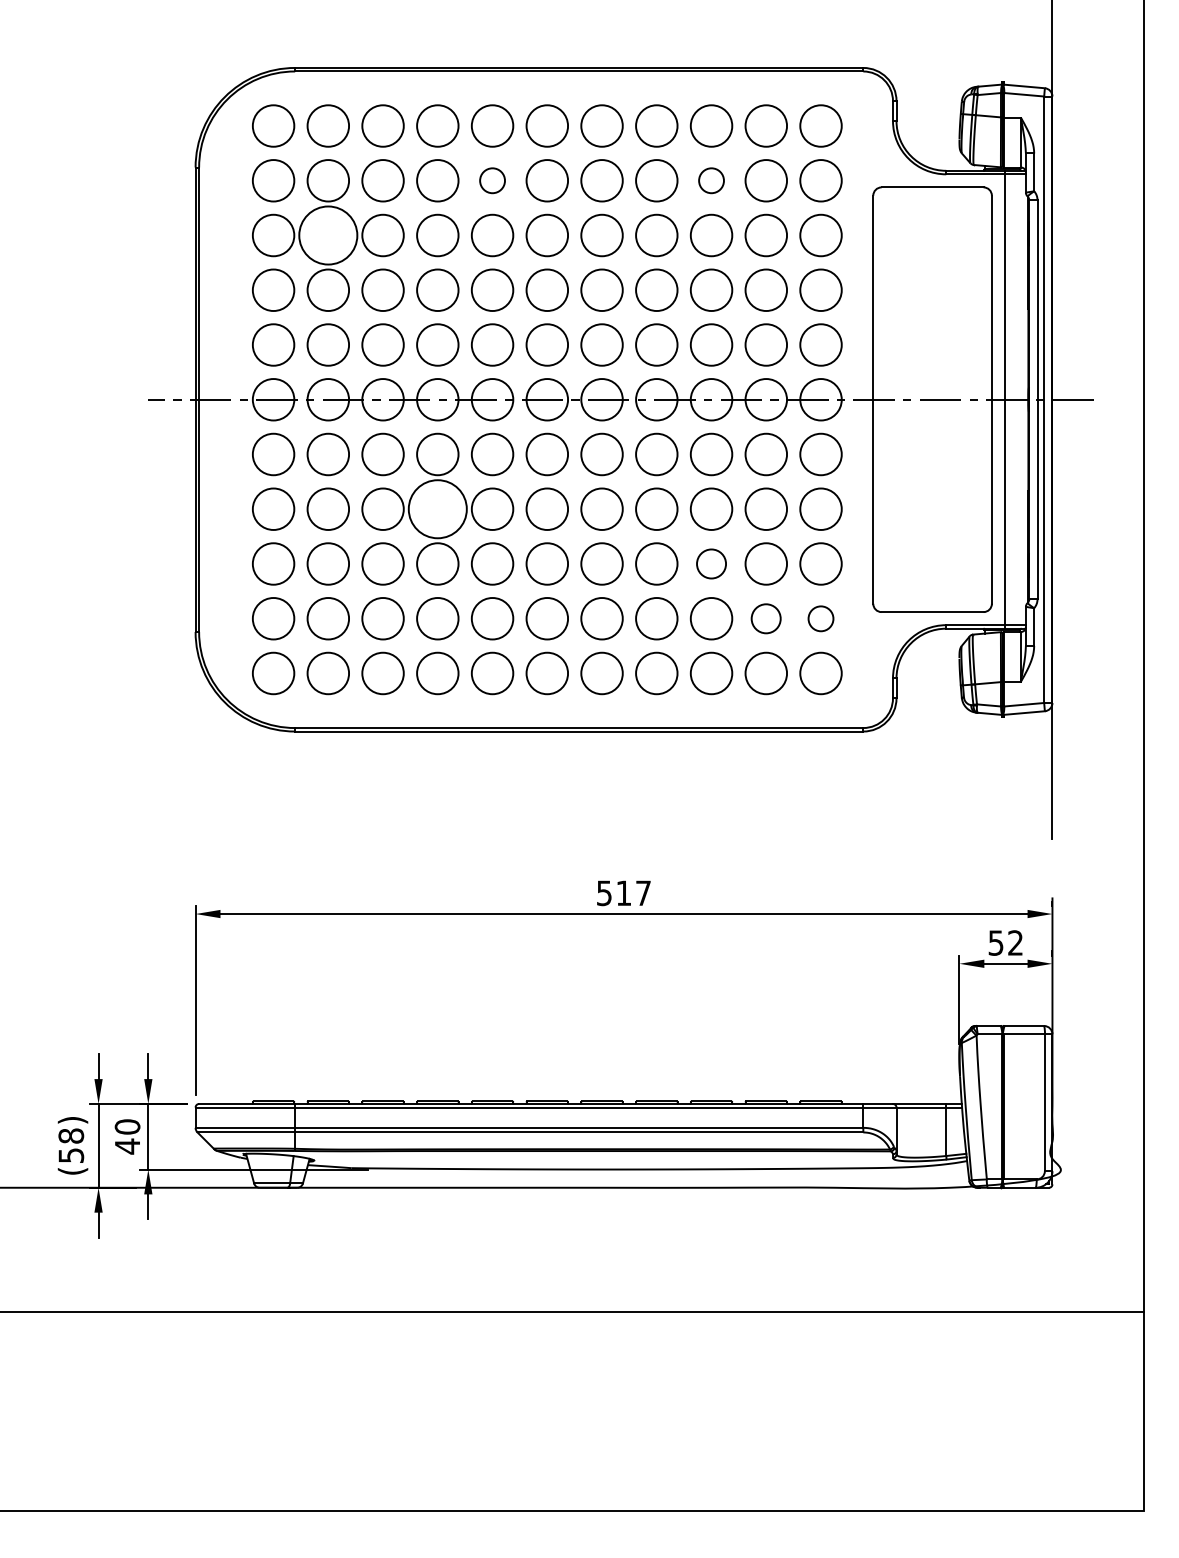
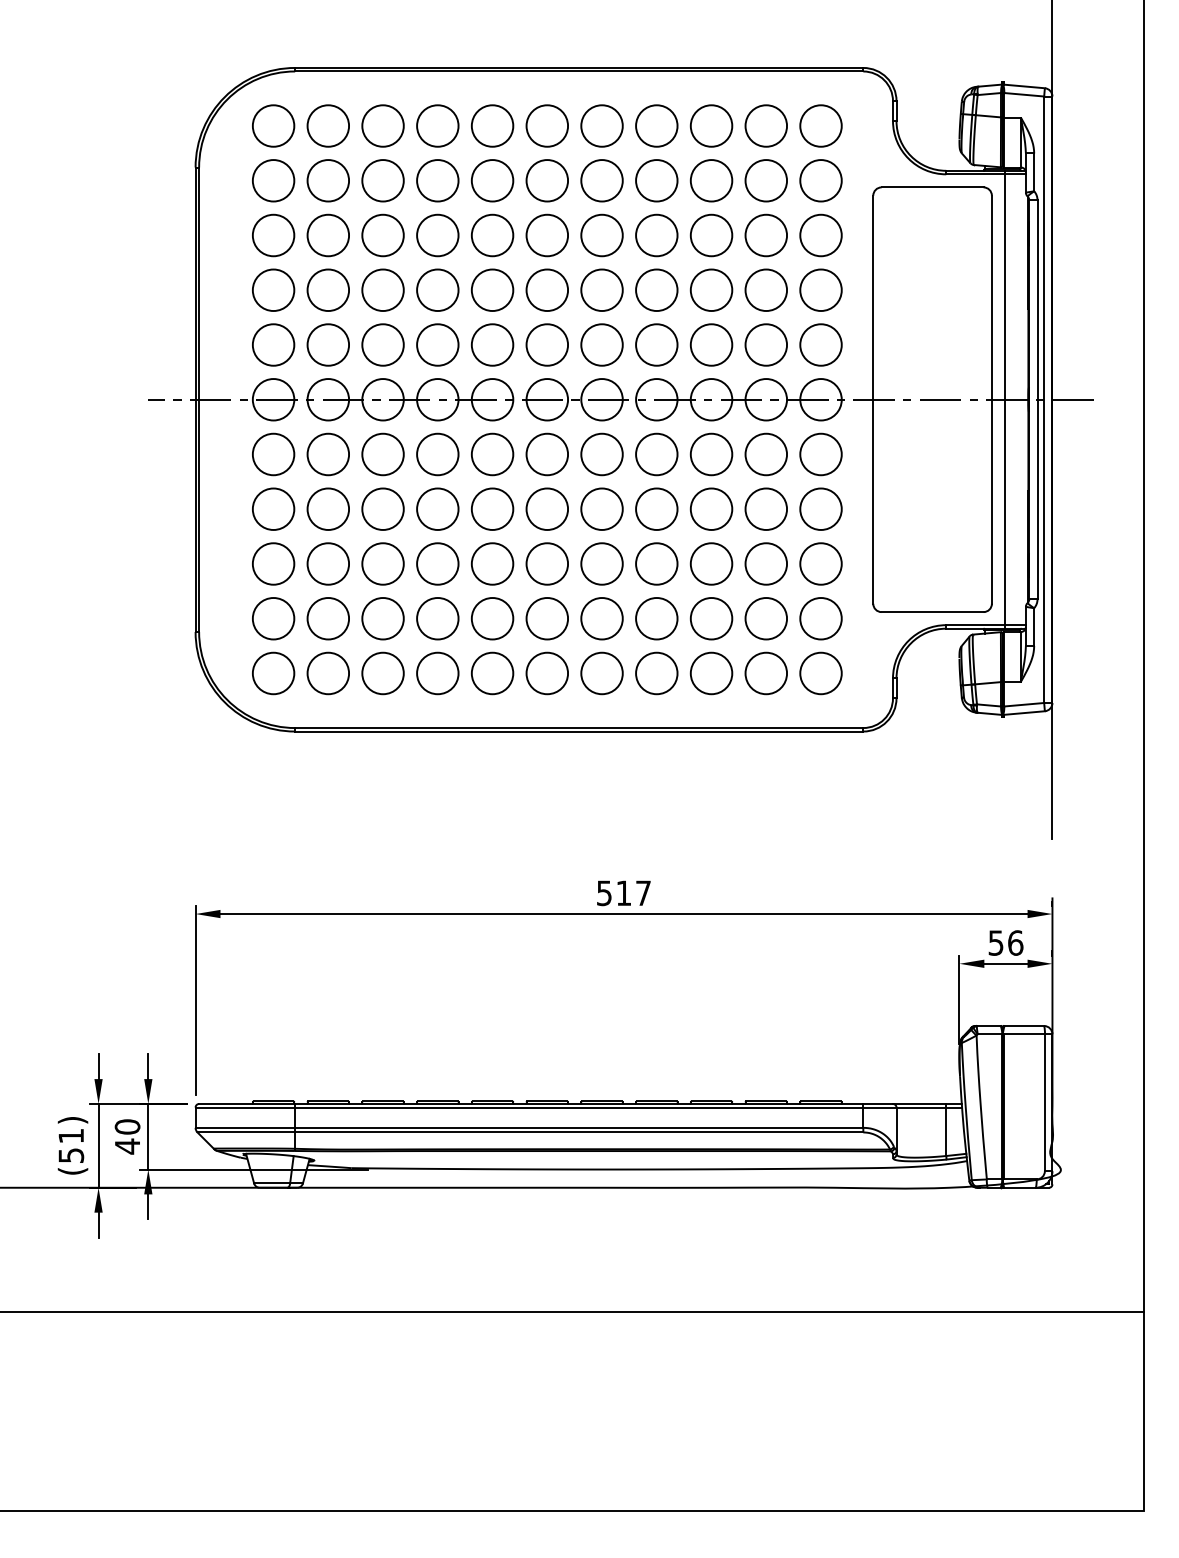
circle at (492, 180) diameter: 25 px -> 41 px
circle at (711, 180) diameter: 25 px -> 41 px
circle at (328, 235) diameter: 58 px -> 41 px
circle at (437, 509) diameter: 58 px -> 41 px
circle at (711, 563) size: 31x32 px -> 45x44 px
circle at (765, 618) size: 32x32 px -> 44x44 px
circle at (820, 618) size: 28x28 px -> 44x44 px
text at (1015, 942): 52 -> 56
text at (71, 1135): (58) -> (51)
